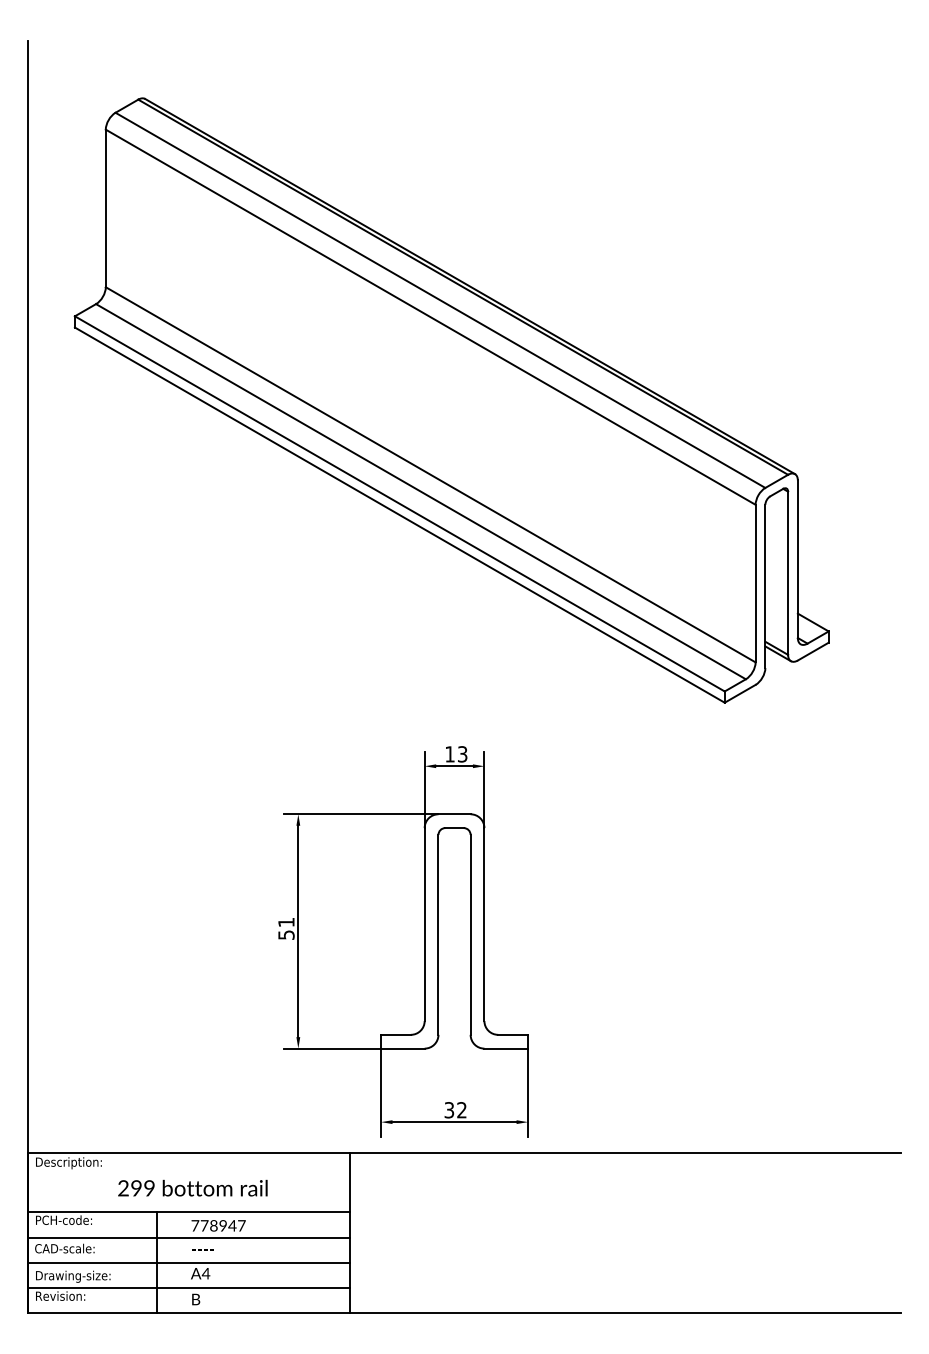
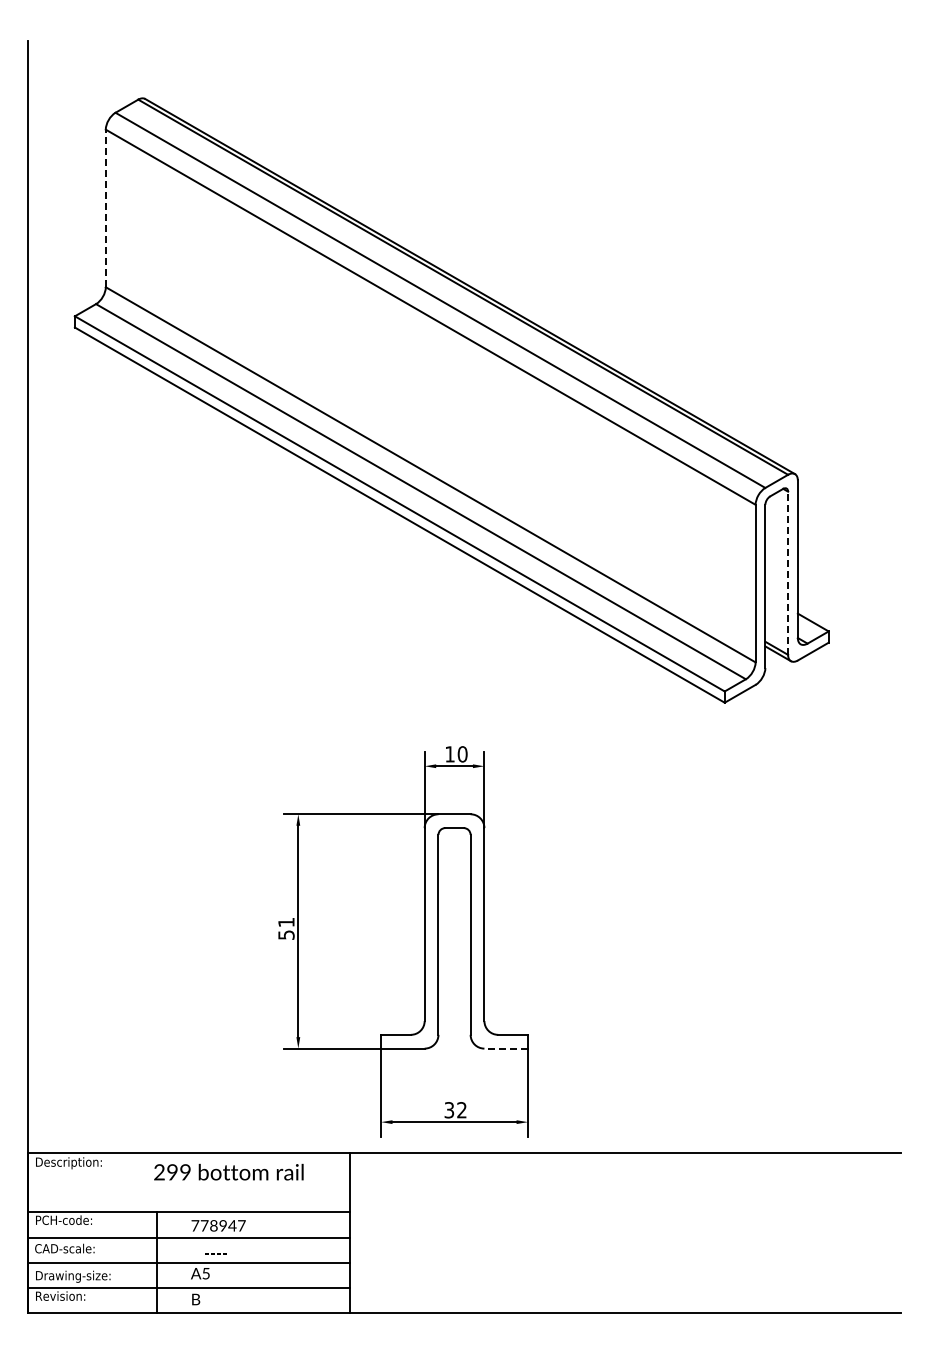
line at (105, 208): solid -> dashed
line at (788, 573): solid -> dashed
text at (462, 754): 13 -> 10
line at (506, 1048): solid -> dashed
text at (192, 1187) position: (192, 1187) -> (228, 1171)
text at (202, 1249) position: (202, 1249) -> (215, 1253)
text at (205, 1273): A4 -> A5
